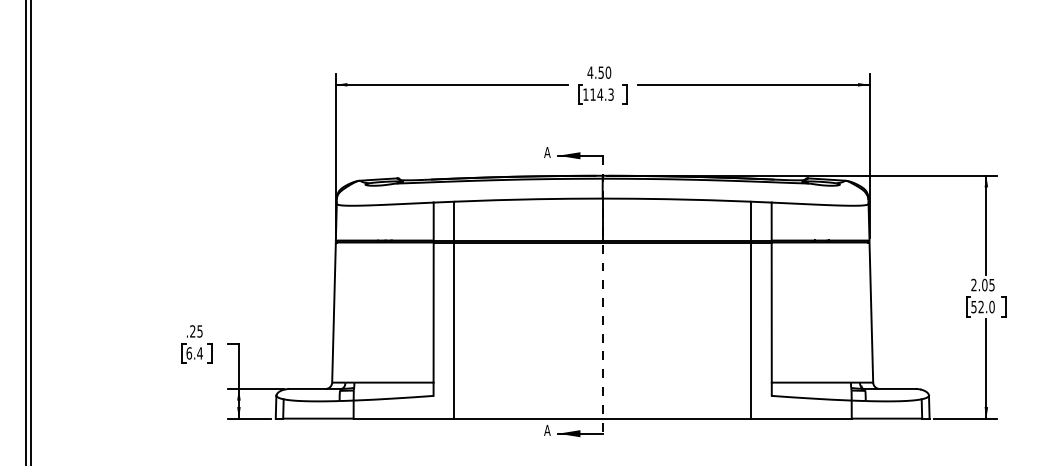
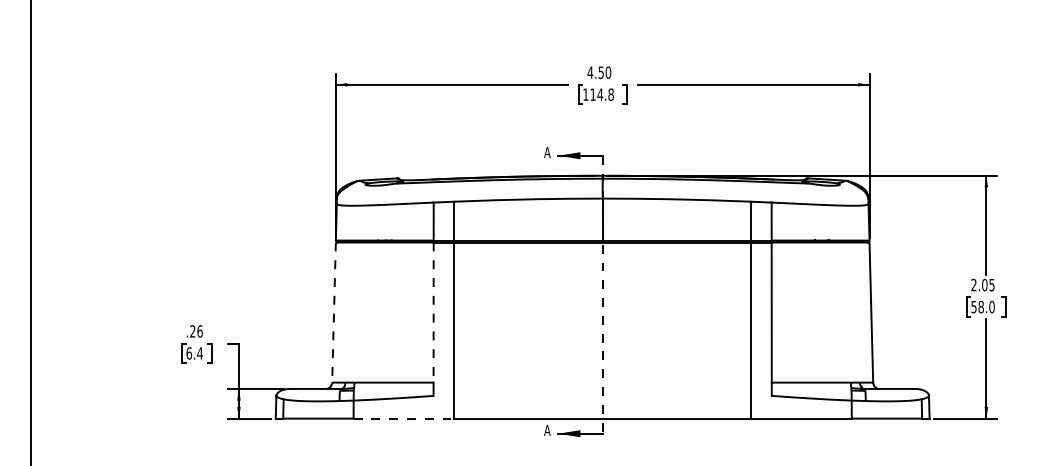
text at (610, 94): 114.3 -> 114.8
line at (25, 232): present -> none
text at (980, 306): 52.0 -> 58.0
line at (334, 313): solid -> dashed
line at (433, 313): solid -> dashed
text at (199, 331): .25 -> .26
line at (404, 418): solid -> dashed
